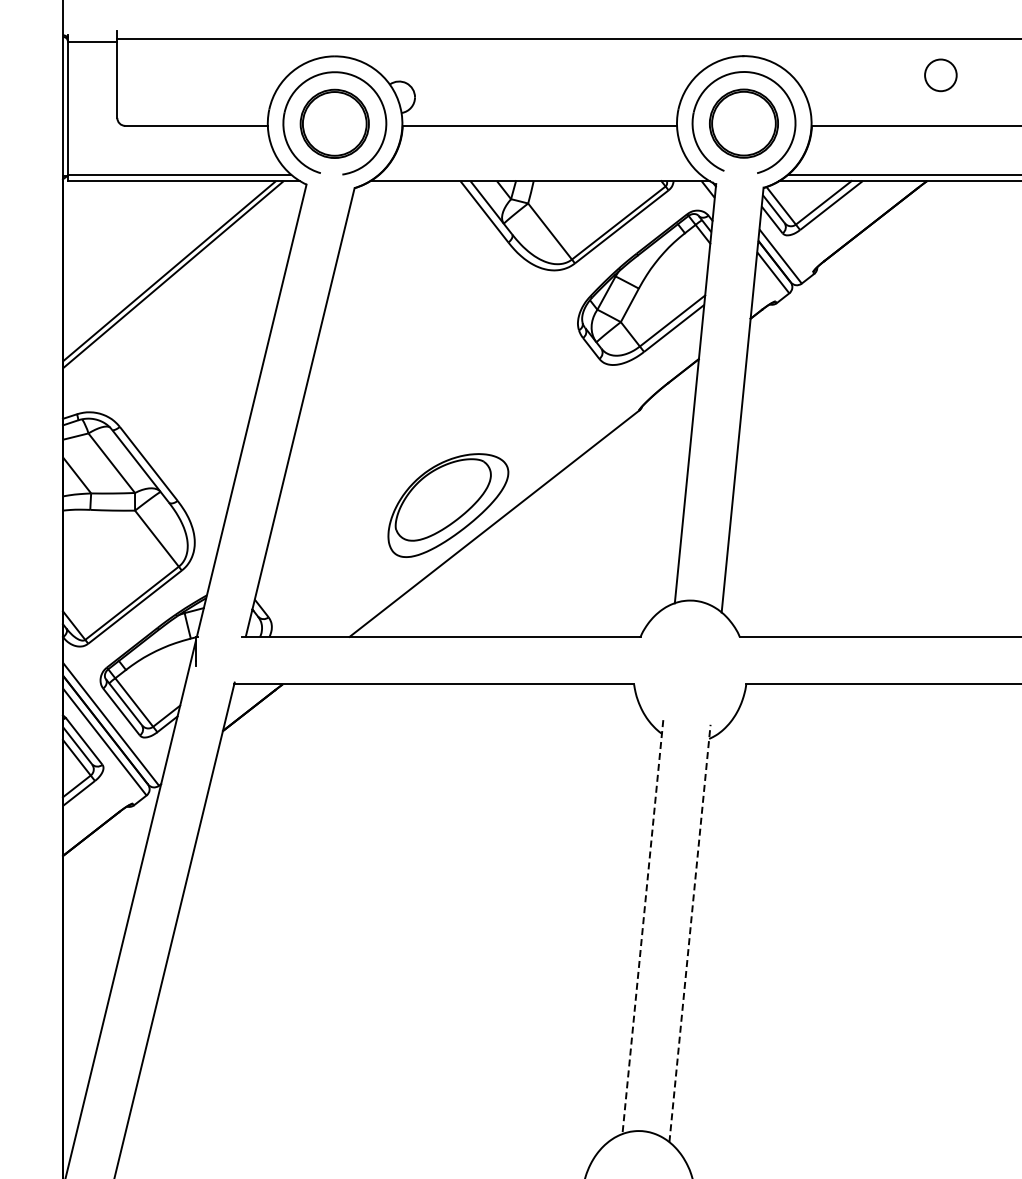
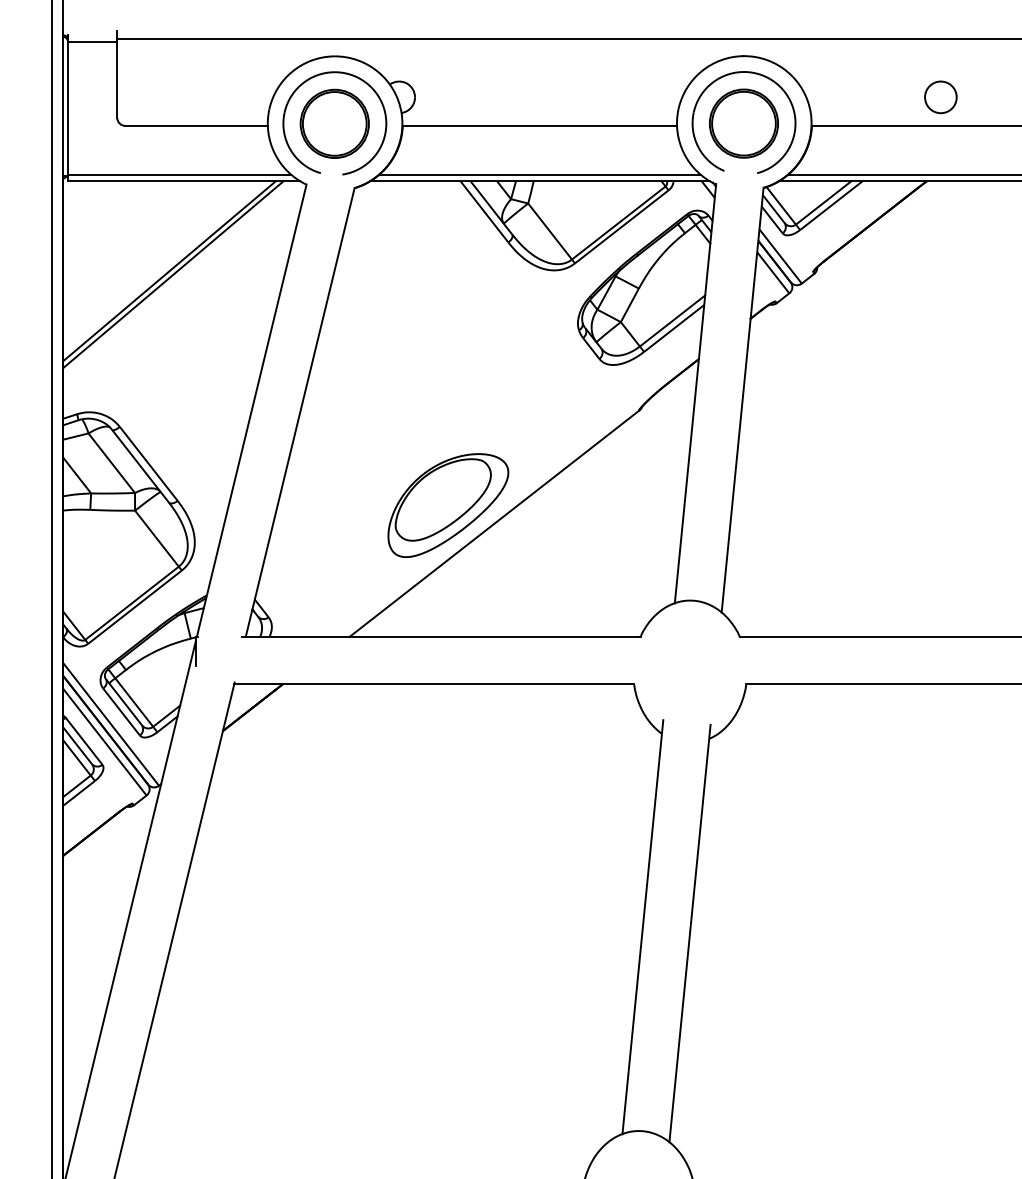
circle at (940, 75) position: (940, 75) -> (940, 97)
line at (539, 174): none -> present
line at (51, 588): none -> present
line at (642, 927): dashed -> solid
line at (690, 933): dashed -> solid
